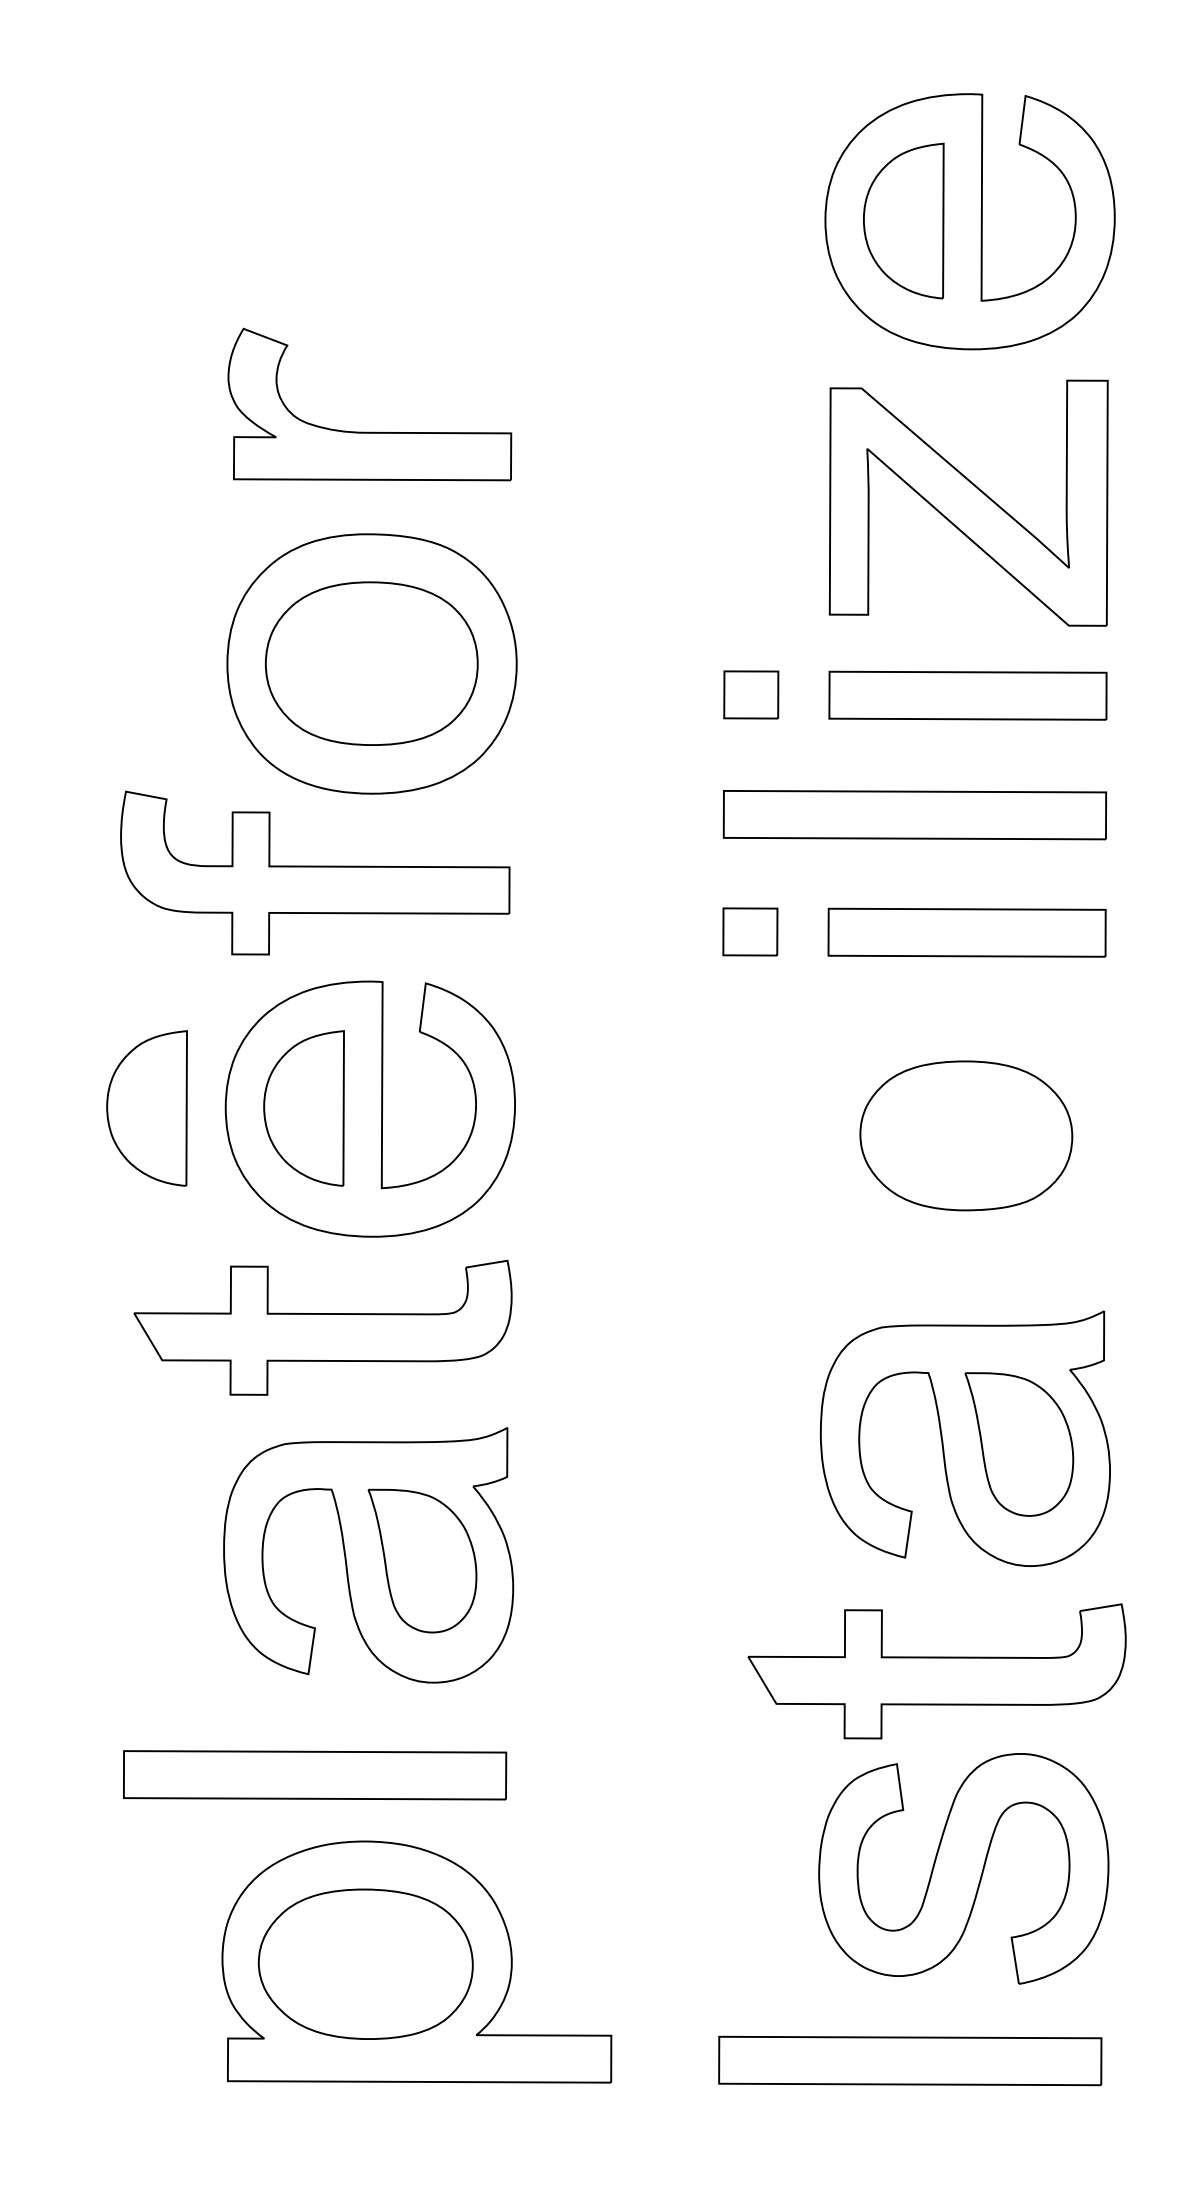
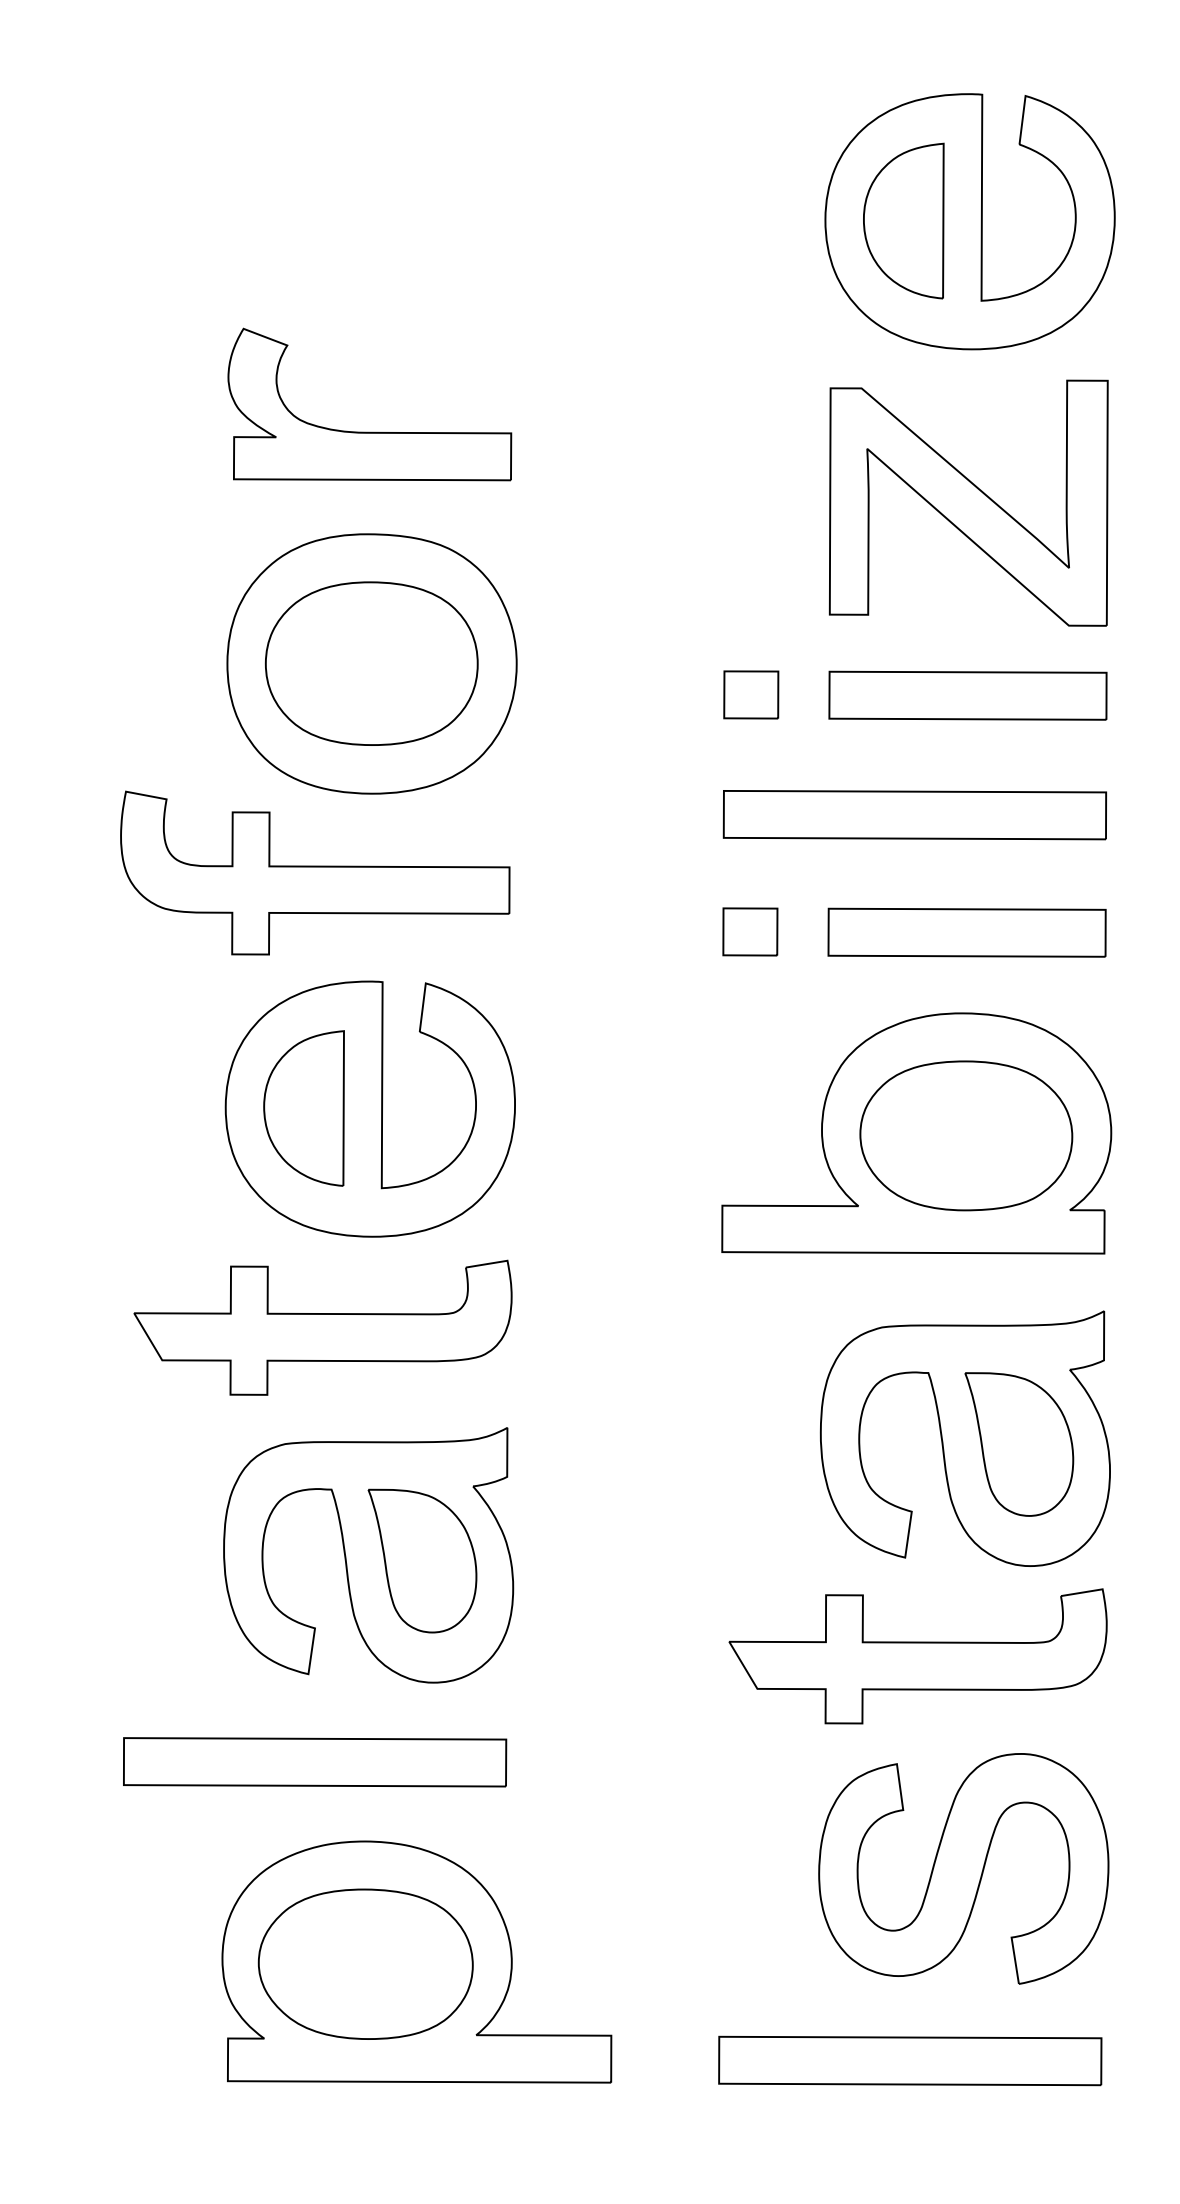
part at (146, 1108): present -> none
part at (916, 1133): none -> present
part at (936, 1671) position: (936, 1671) -> (917, 1656)
part at (315, 1775) position: (315, 1775) -> (315, 1762)
